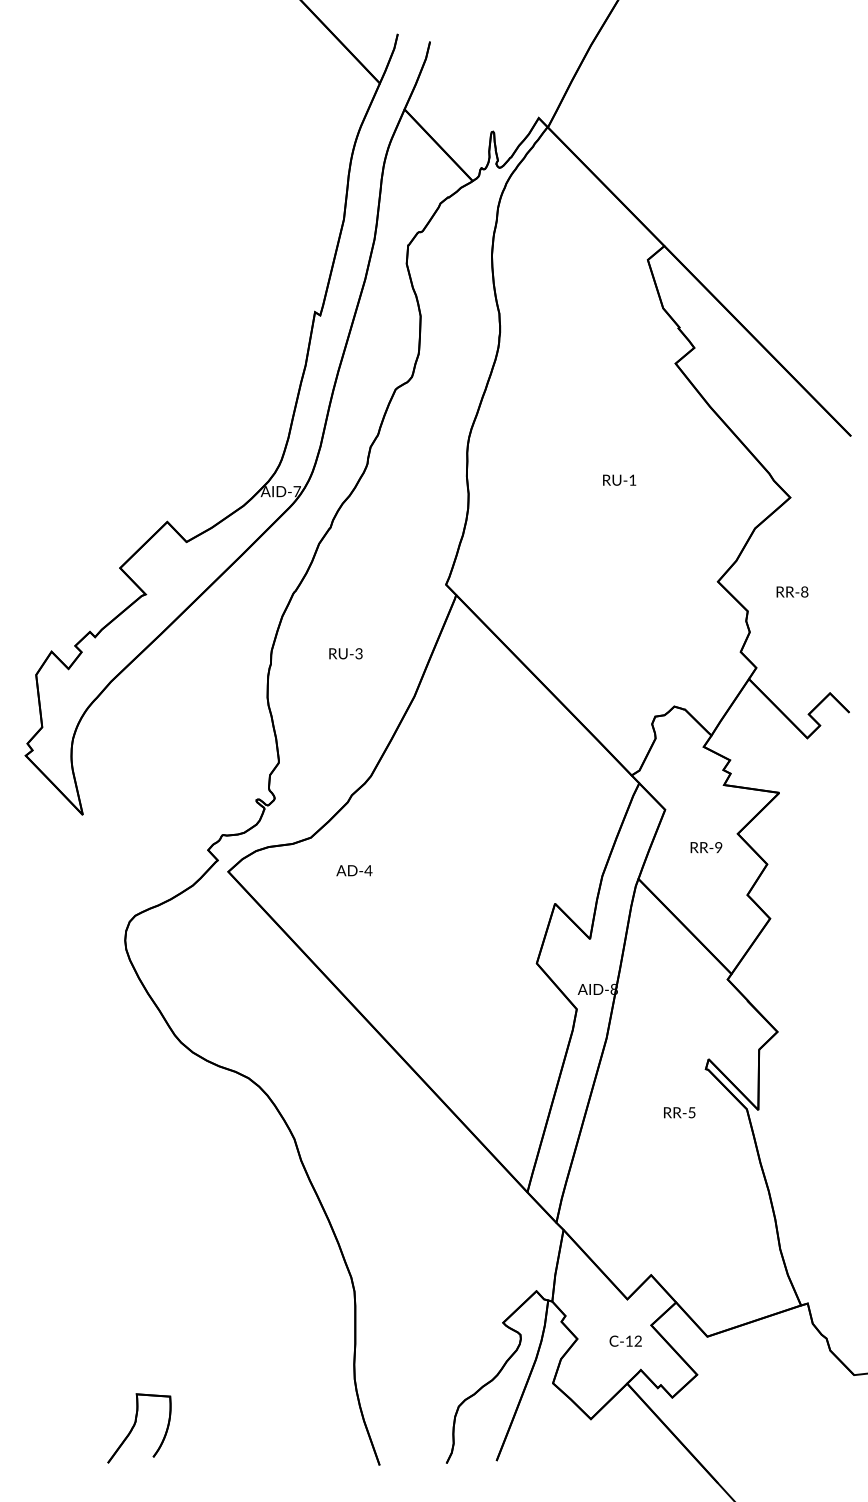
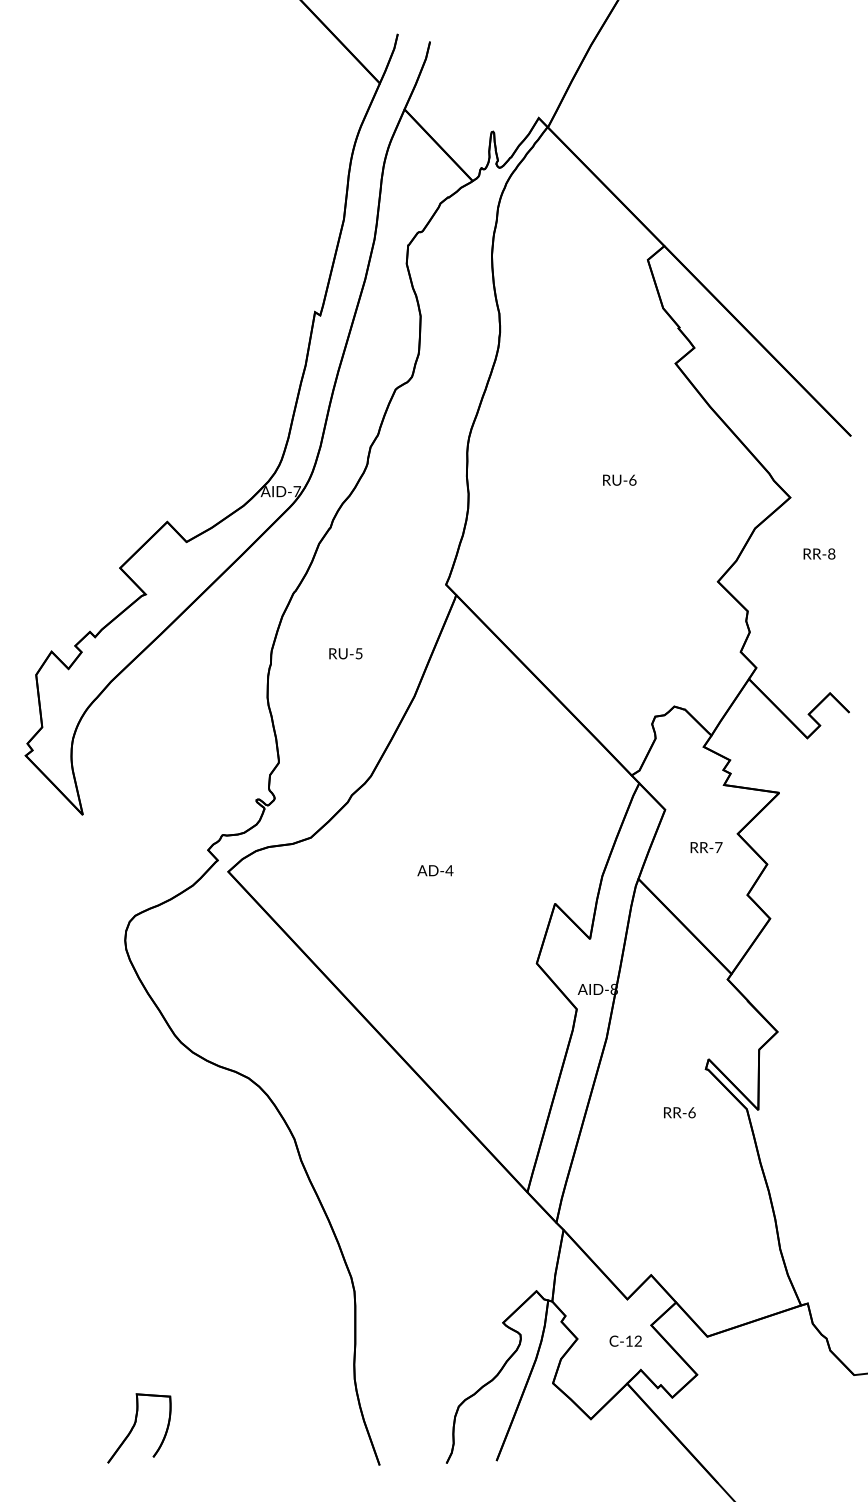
text at (632, 479): RU-1 -> RU-6
text at (792, 591) position: (792, 591) -> (819, 553)
text at (358, 653): RU-3 -> RU-5
text at (718, 847): RR-9 -> RR-7
text at (354, 870) position: (354, 870) -> (435, 870)
text at (691, 1112): RR-5 -> RR-6
